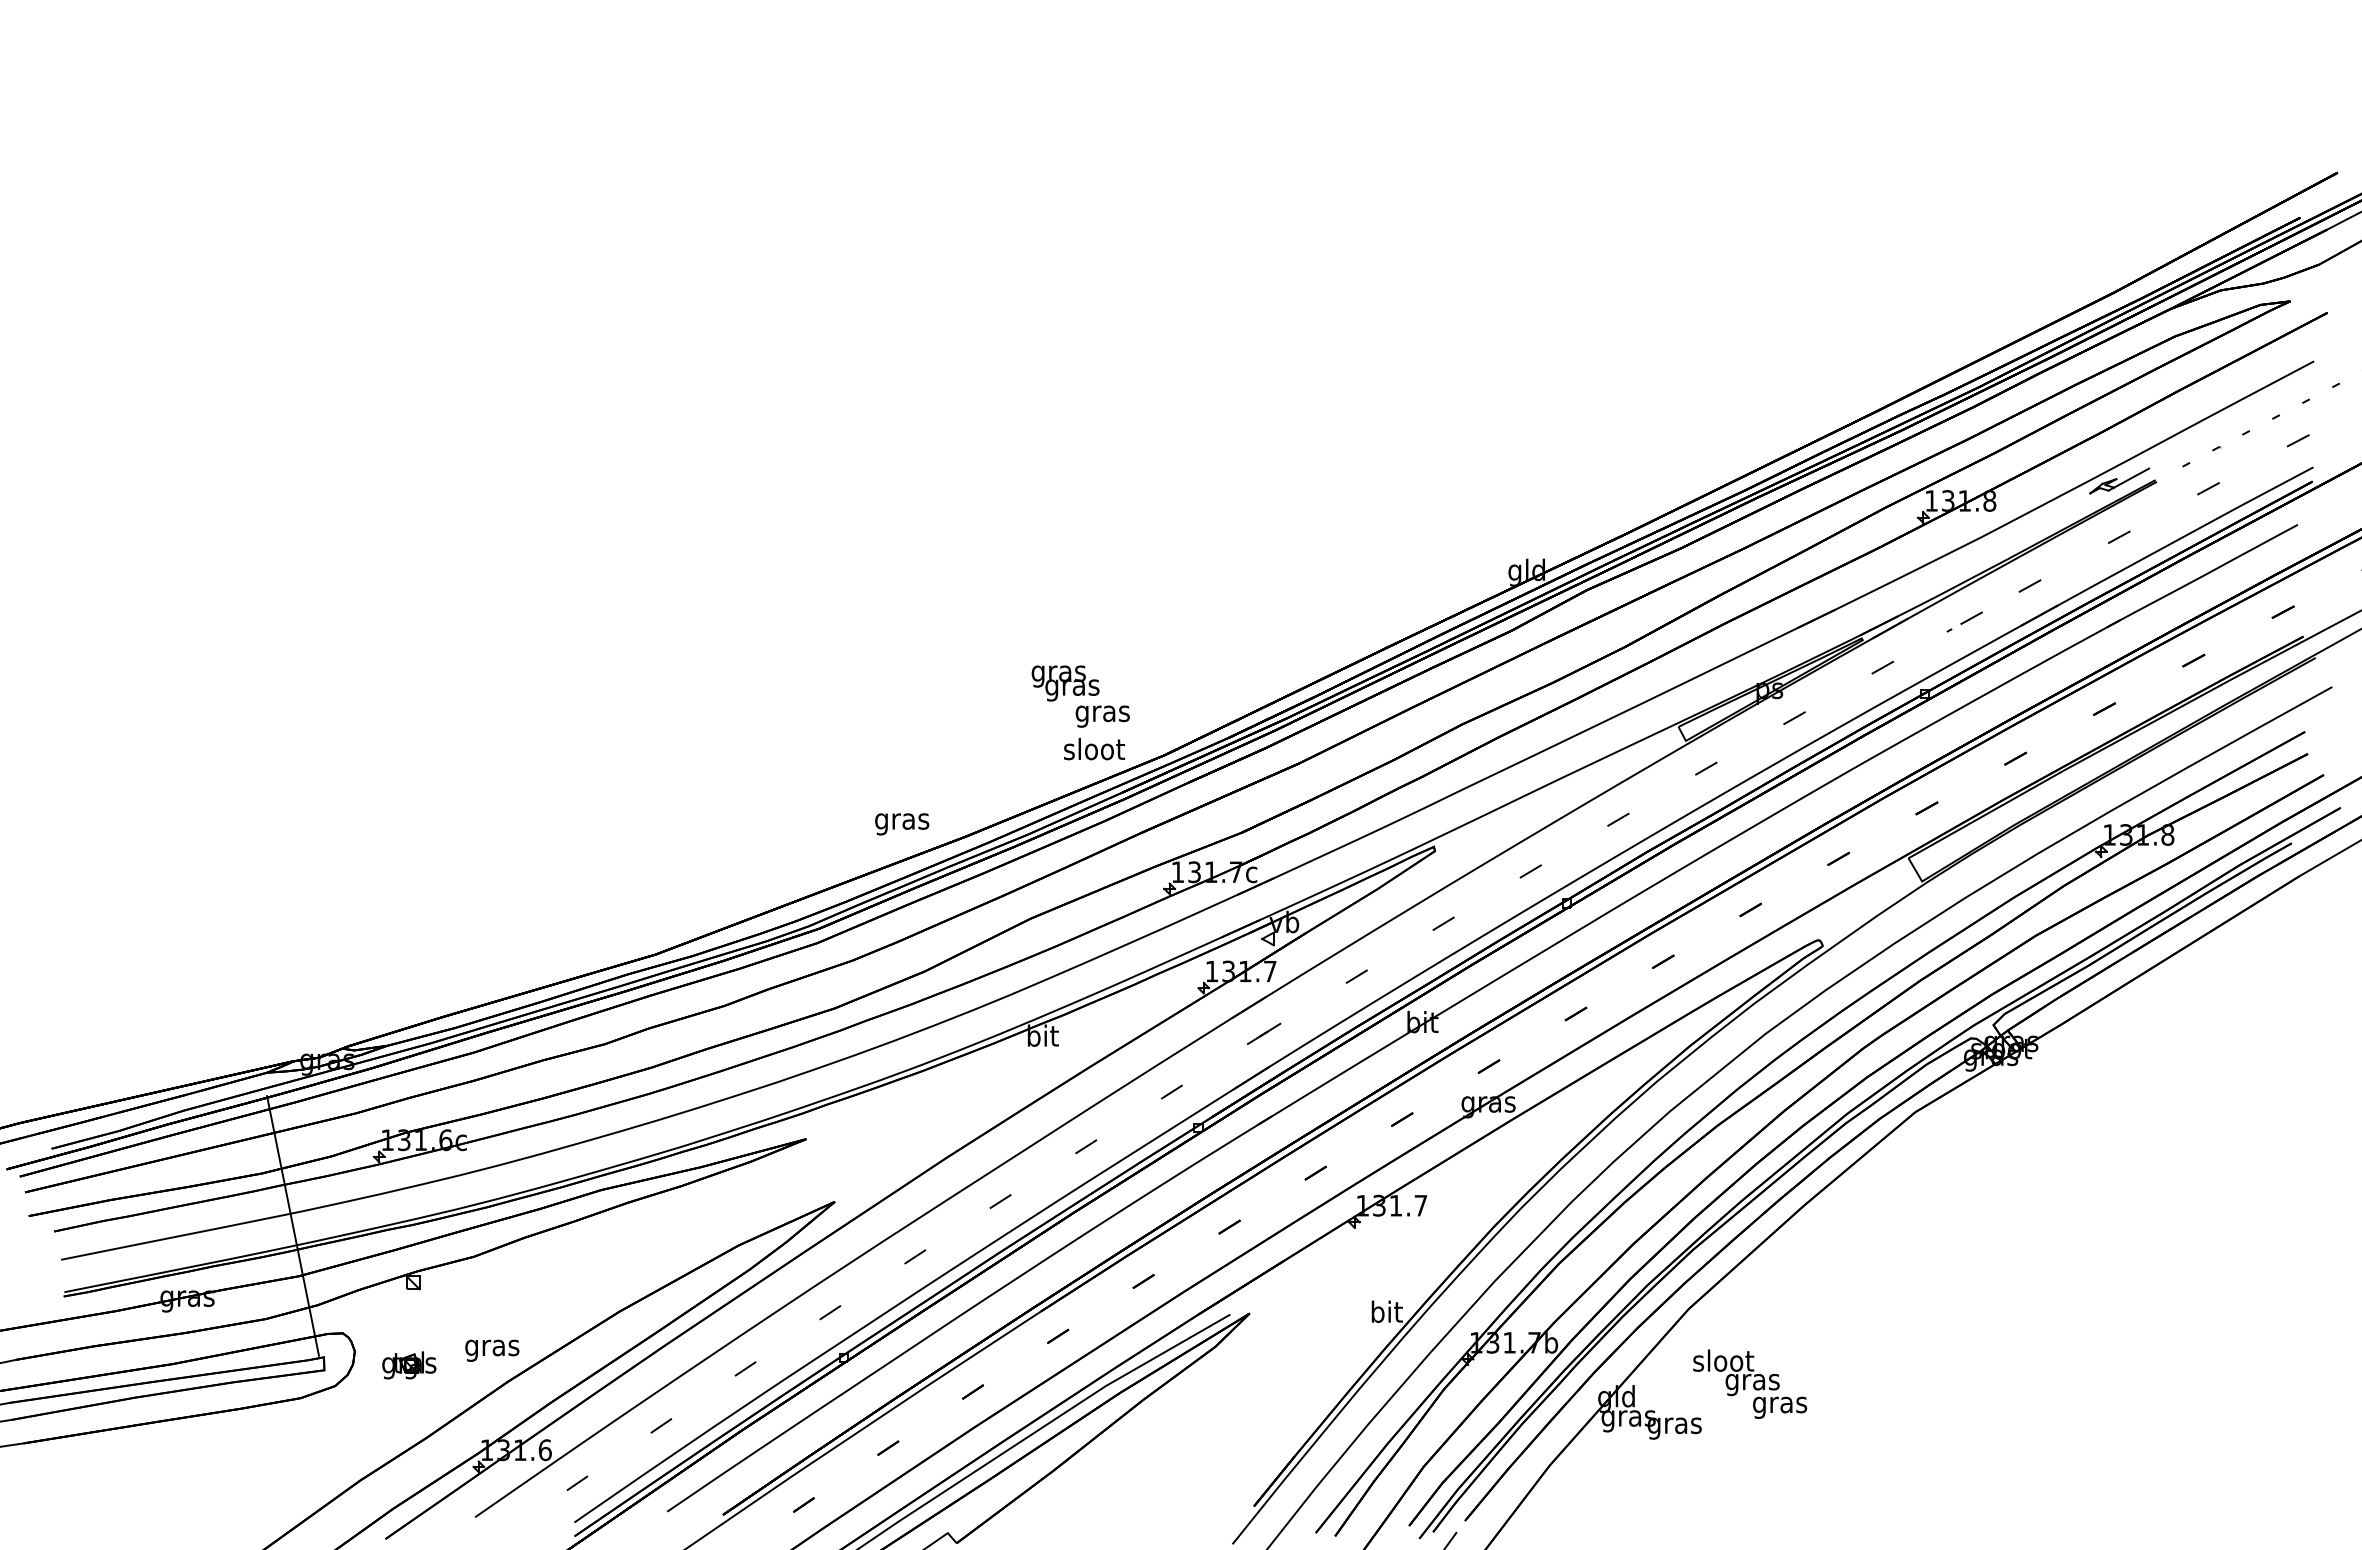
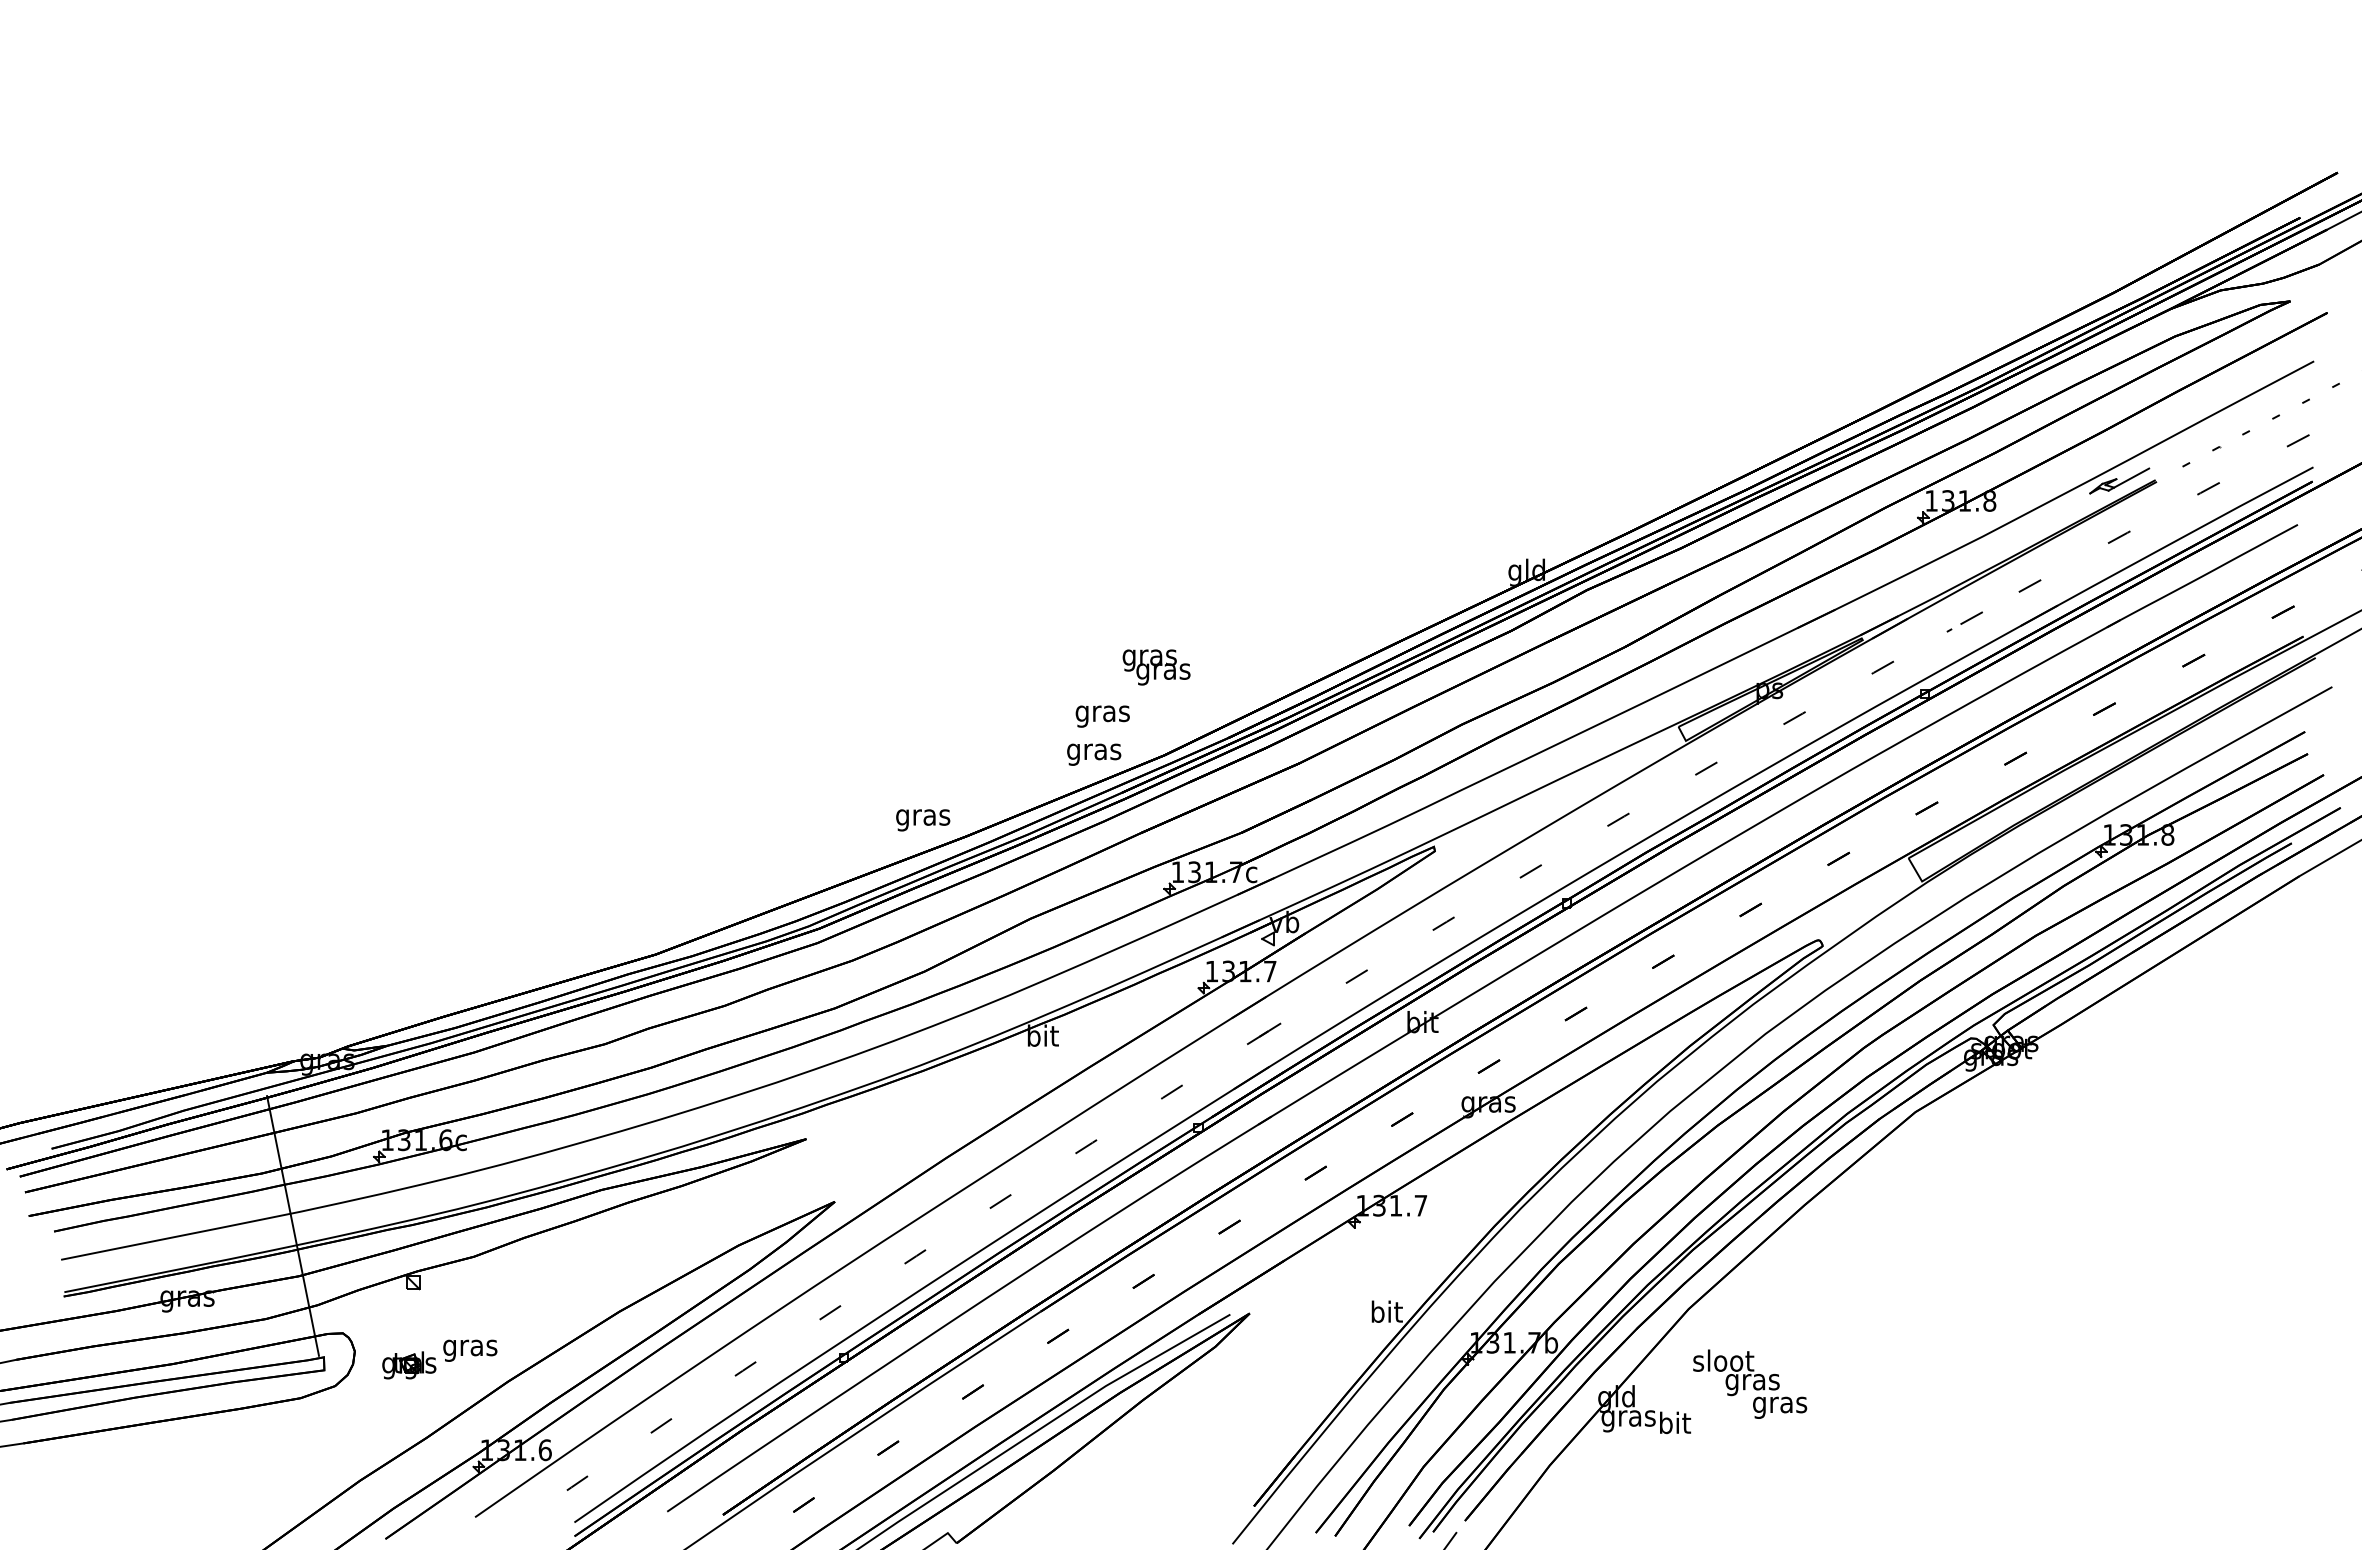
text at (1065, 683) position: (1065, 683) -> (1156, 667)
text at (1094, 751): sloot -> gras
text at (902, 824) position: (902, 824) -> (923, 820)
text at (492, 1350) position: (492, 1350) -> (470, 1350)
text at (1674, 1425): gras -> bit
